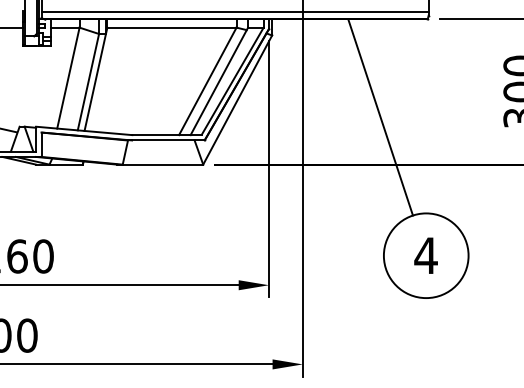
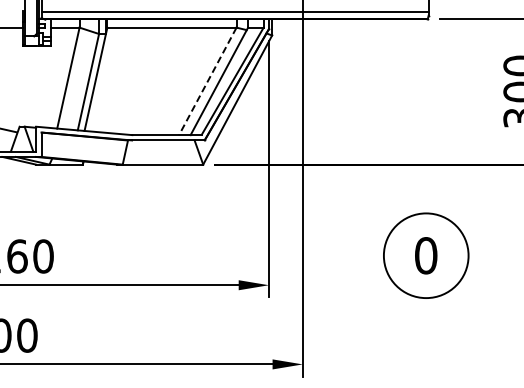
line at (207, 81): solid -> dashed
line at (380, 117): present -> none
text at (425, 255): 4 -> 0
